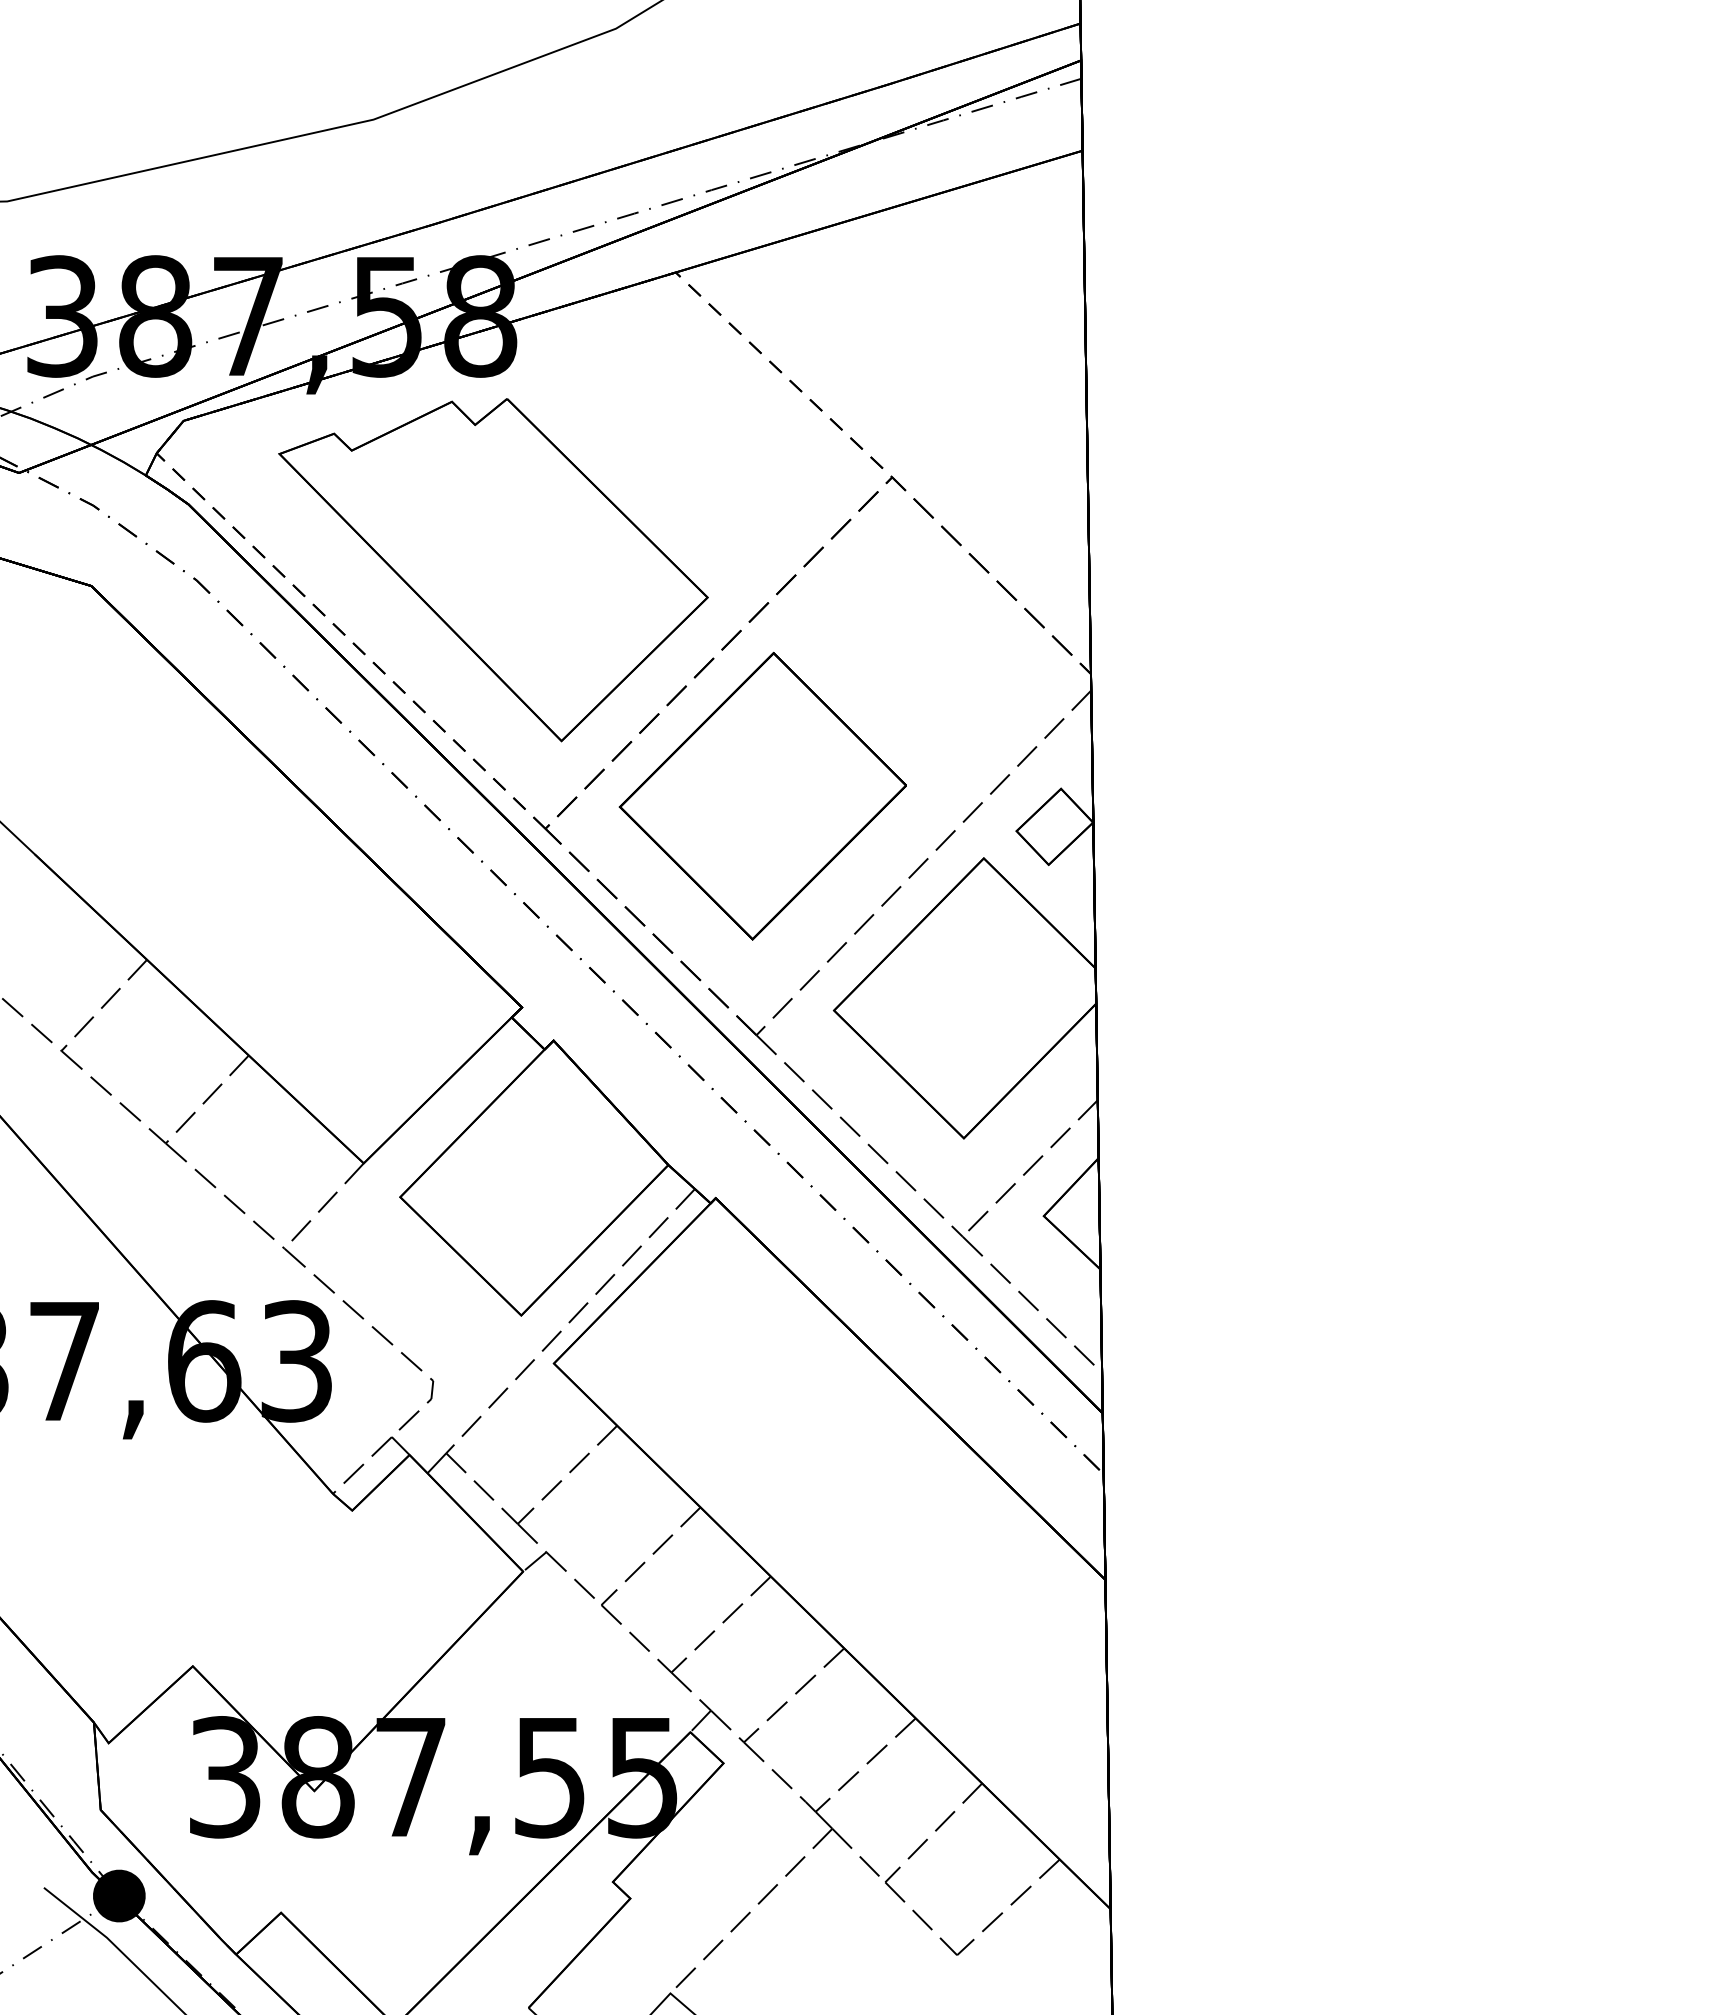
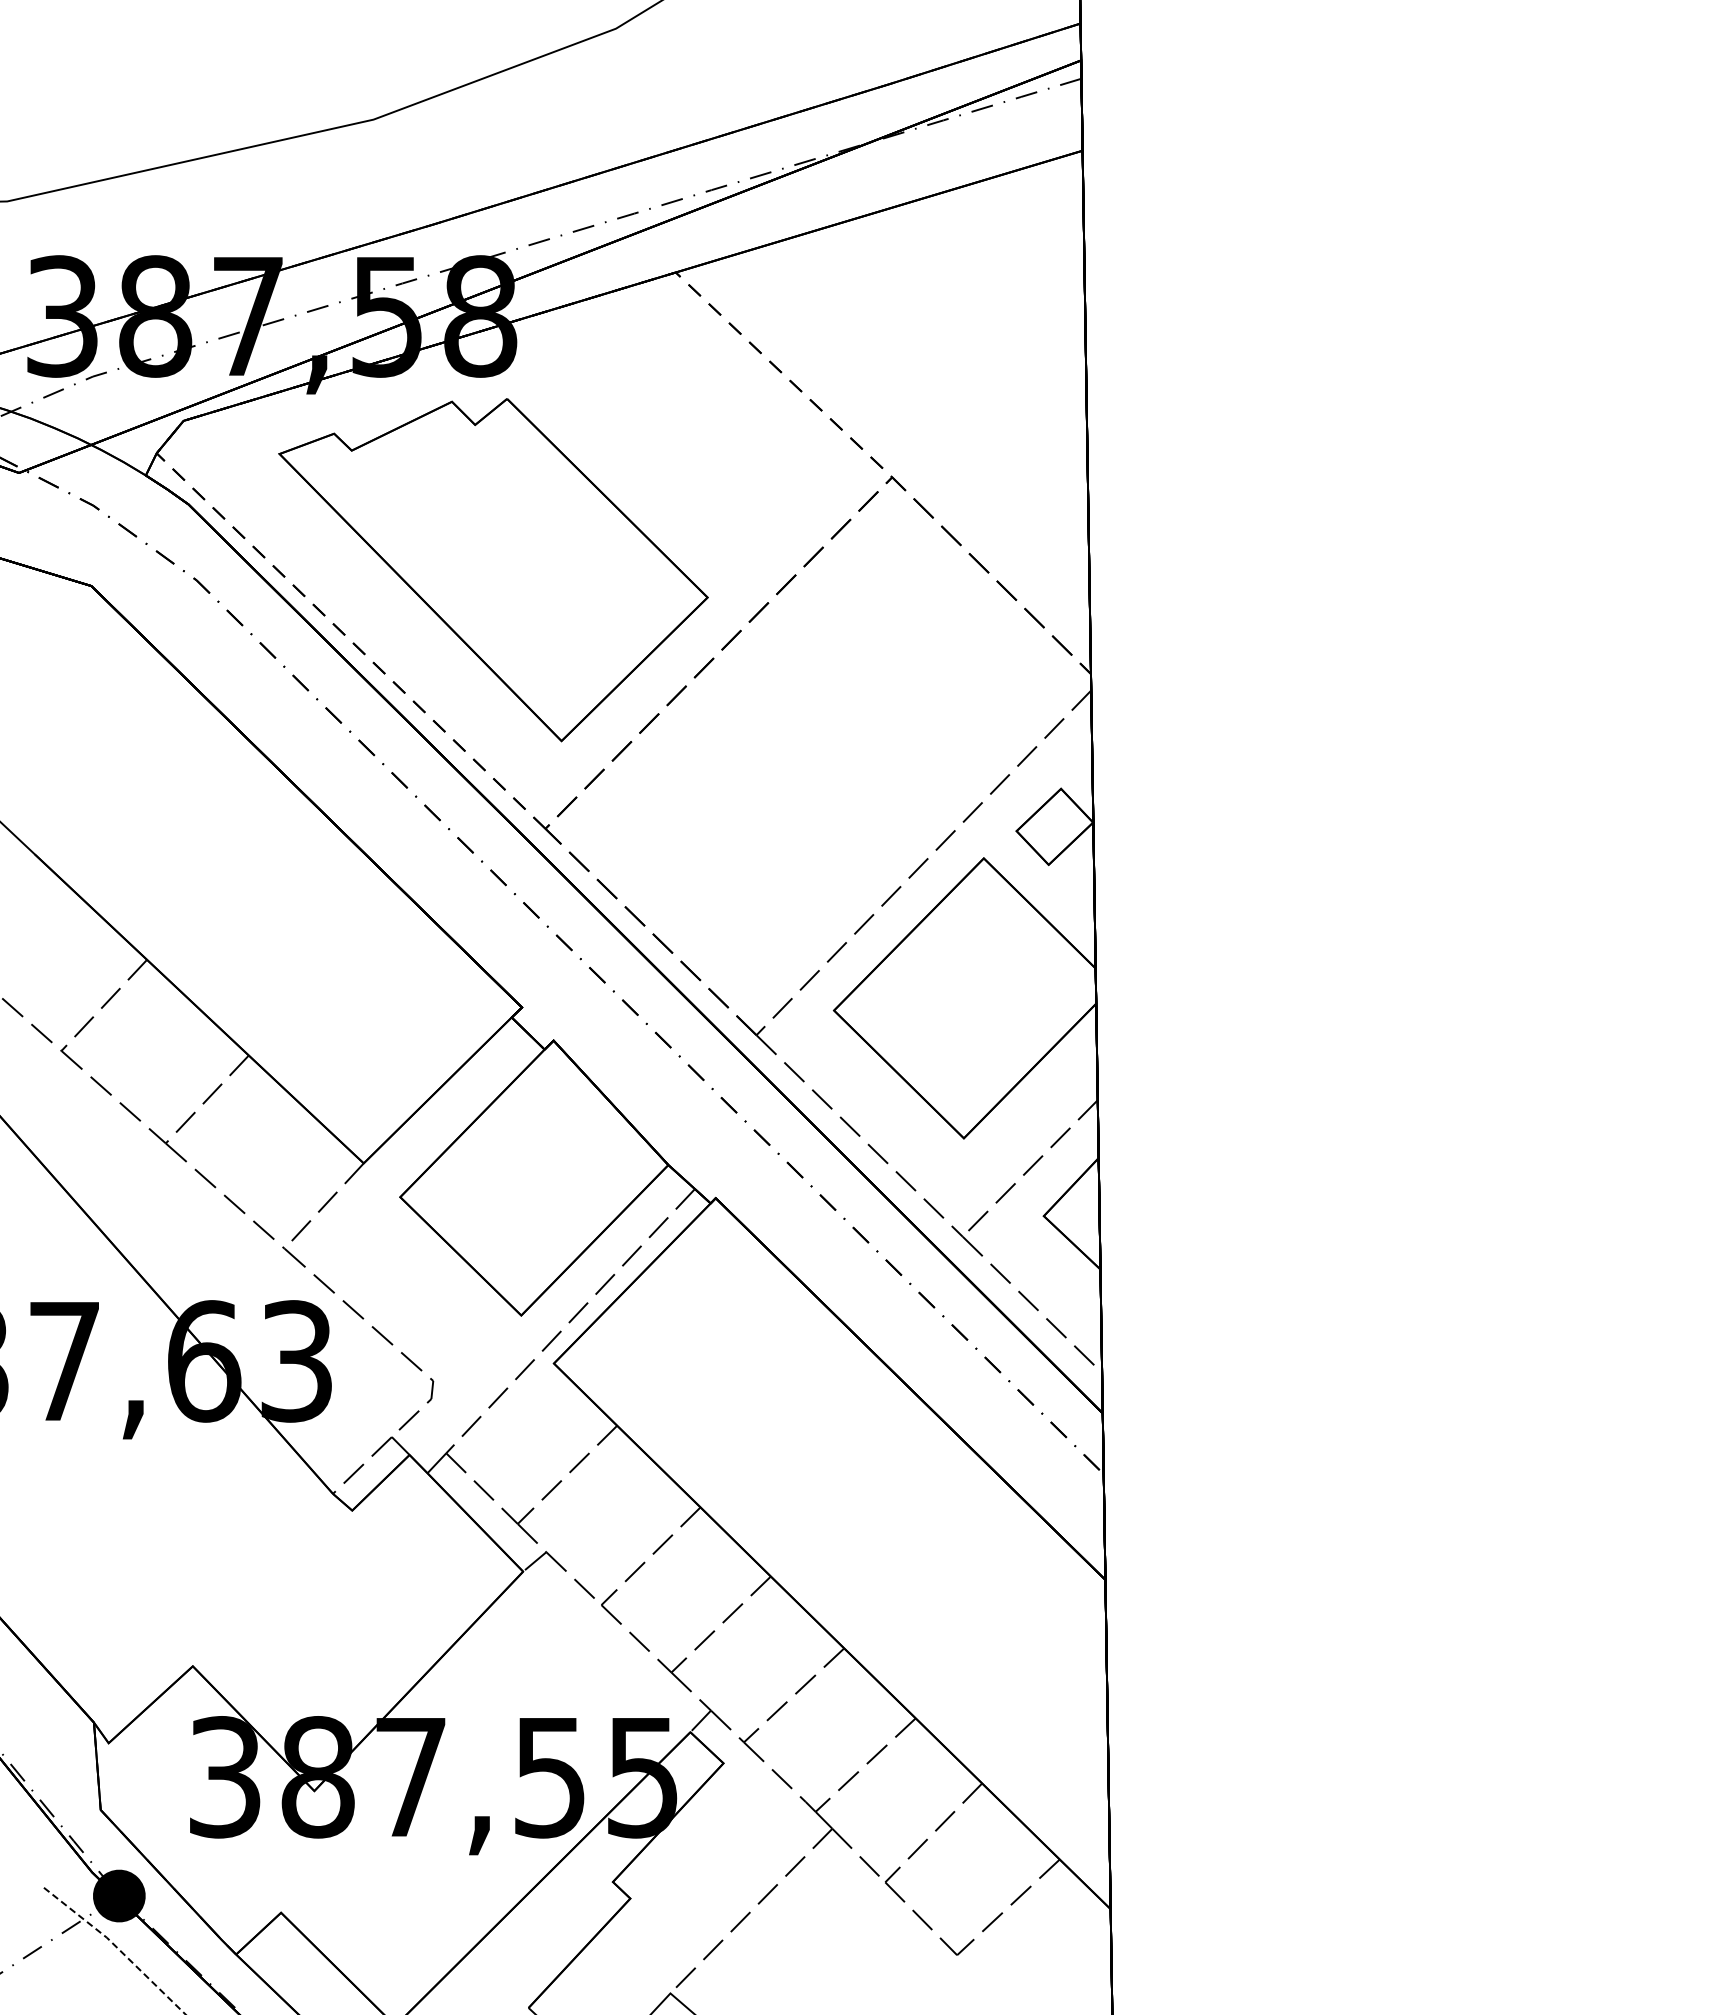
part at (762, 795): present -> none
line at (116, 1947): solid -> dashed
